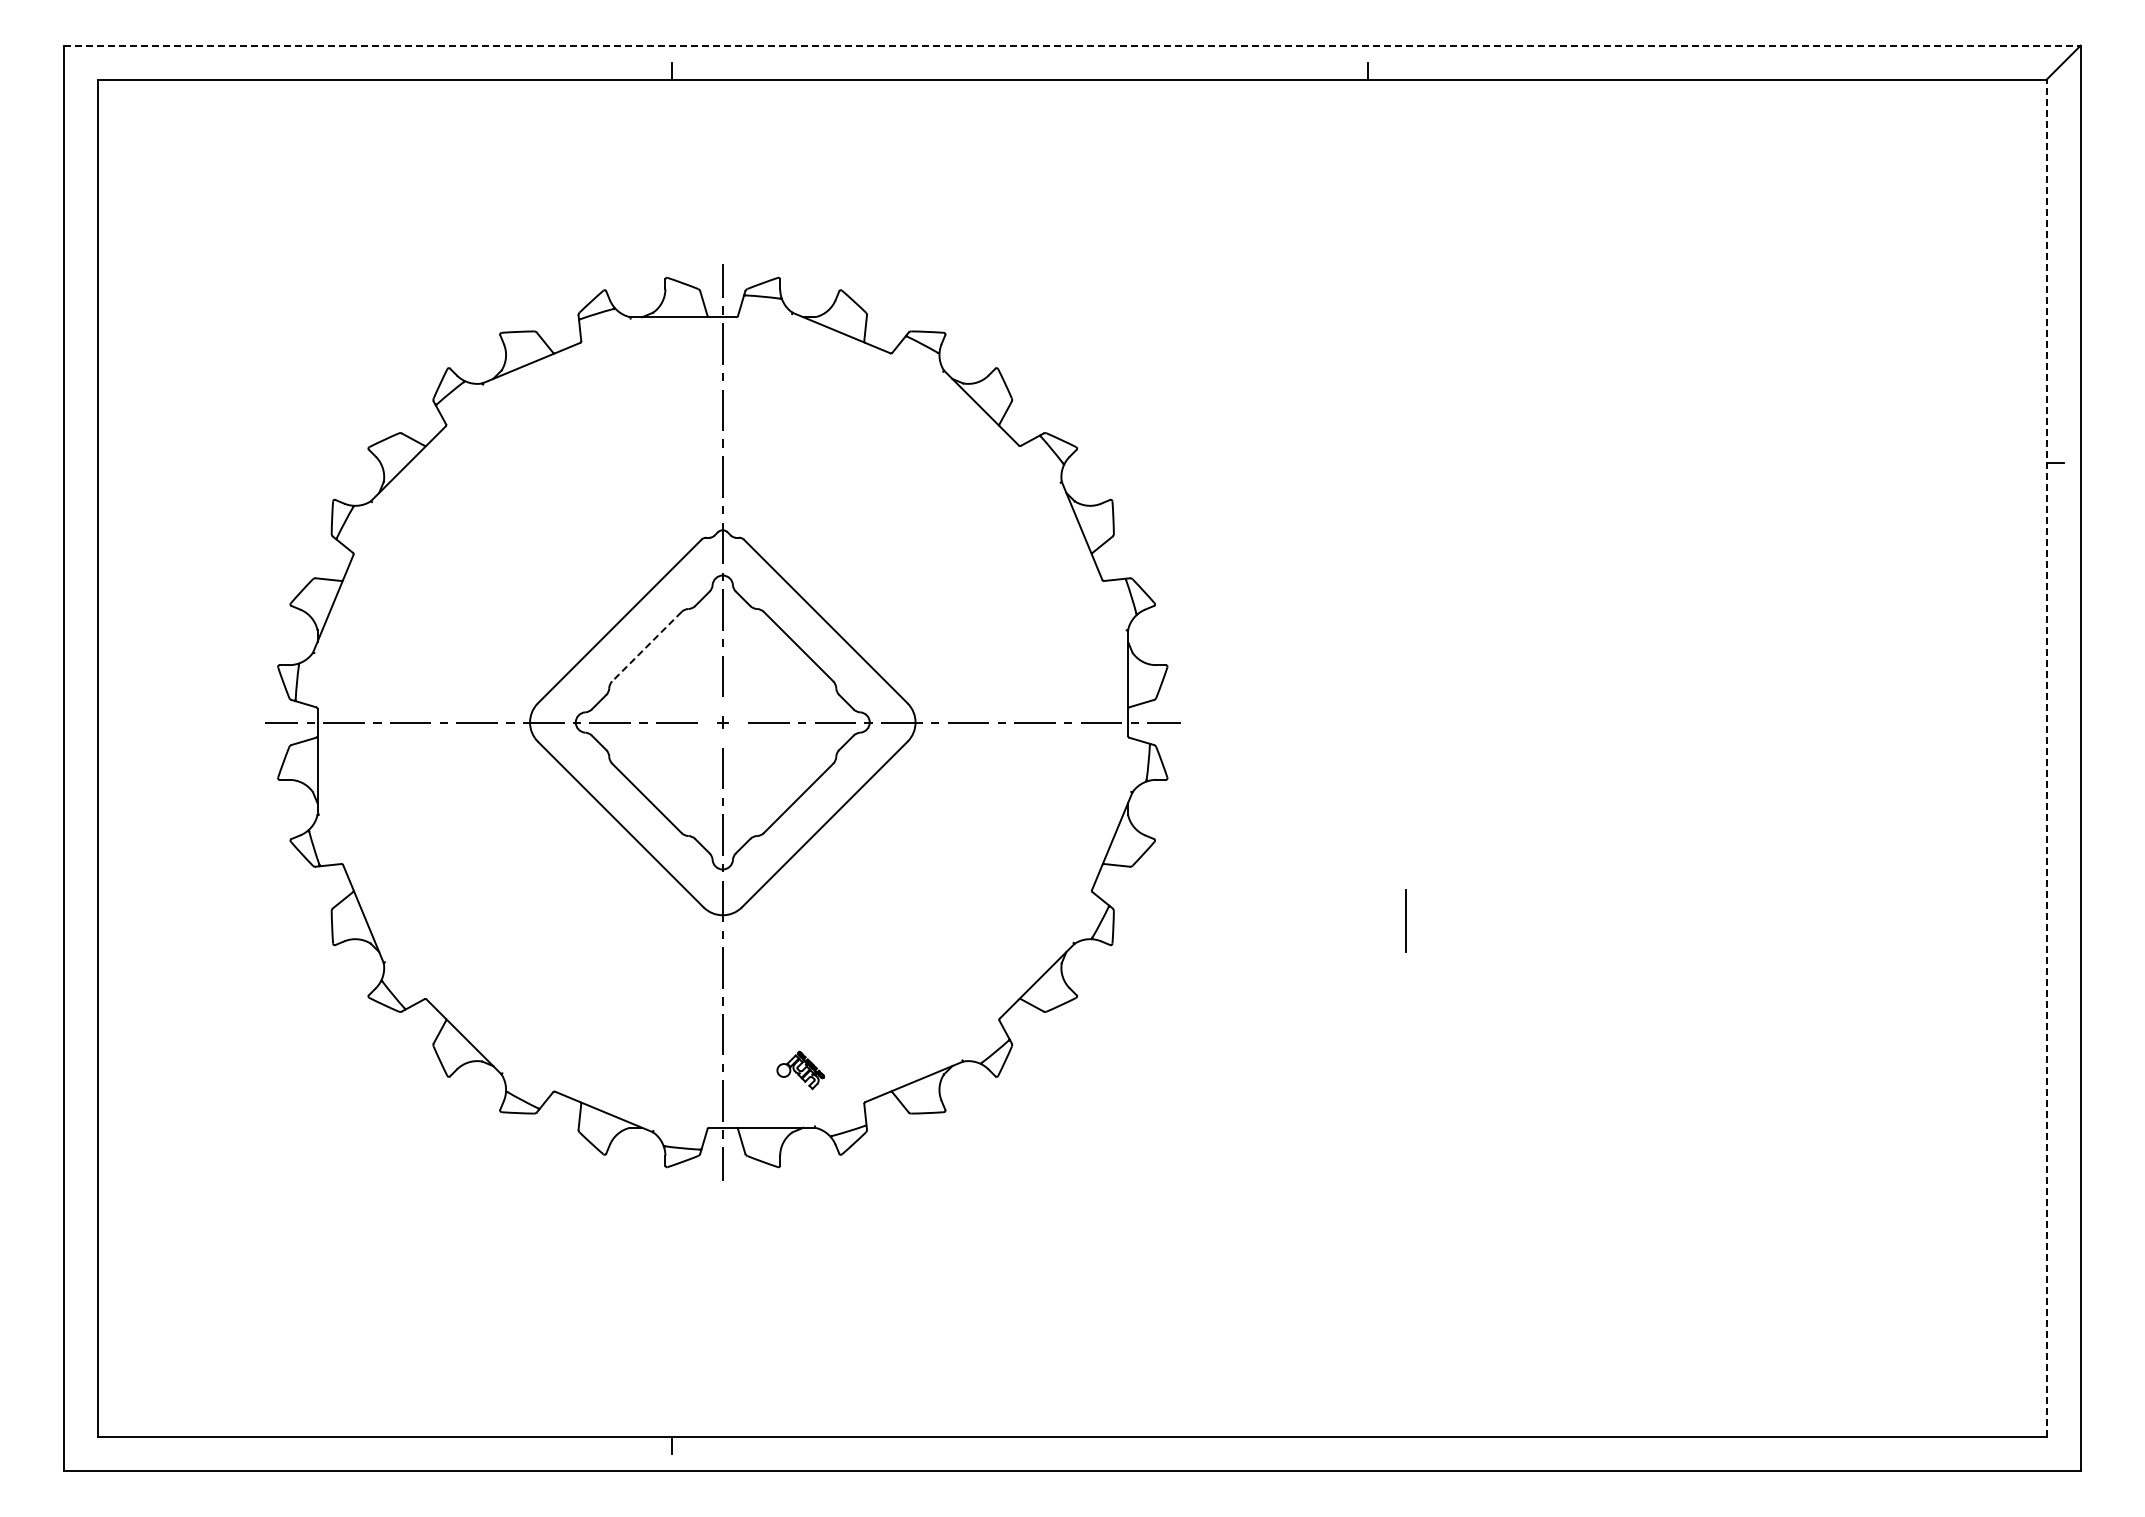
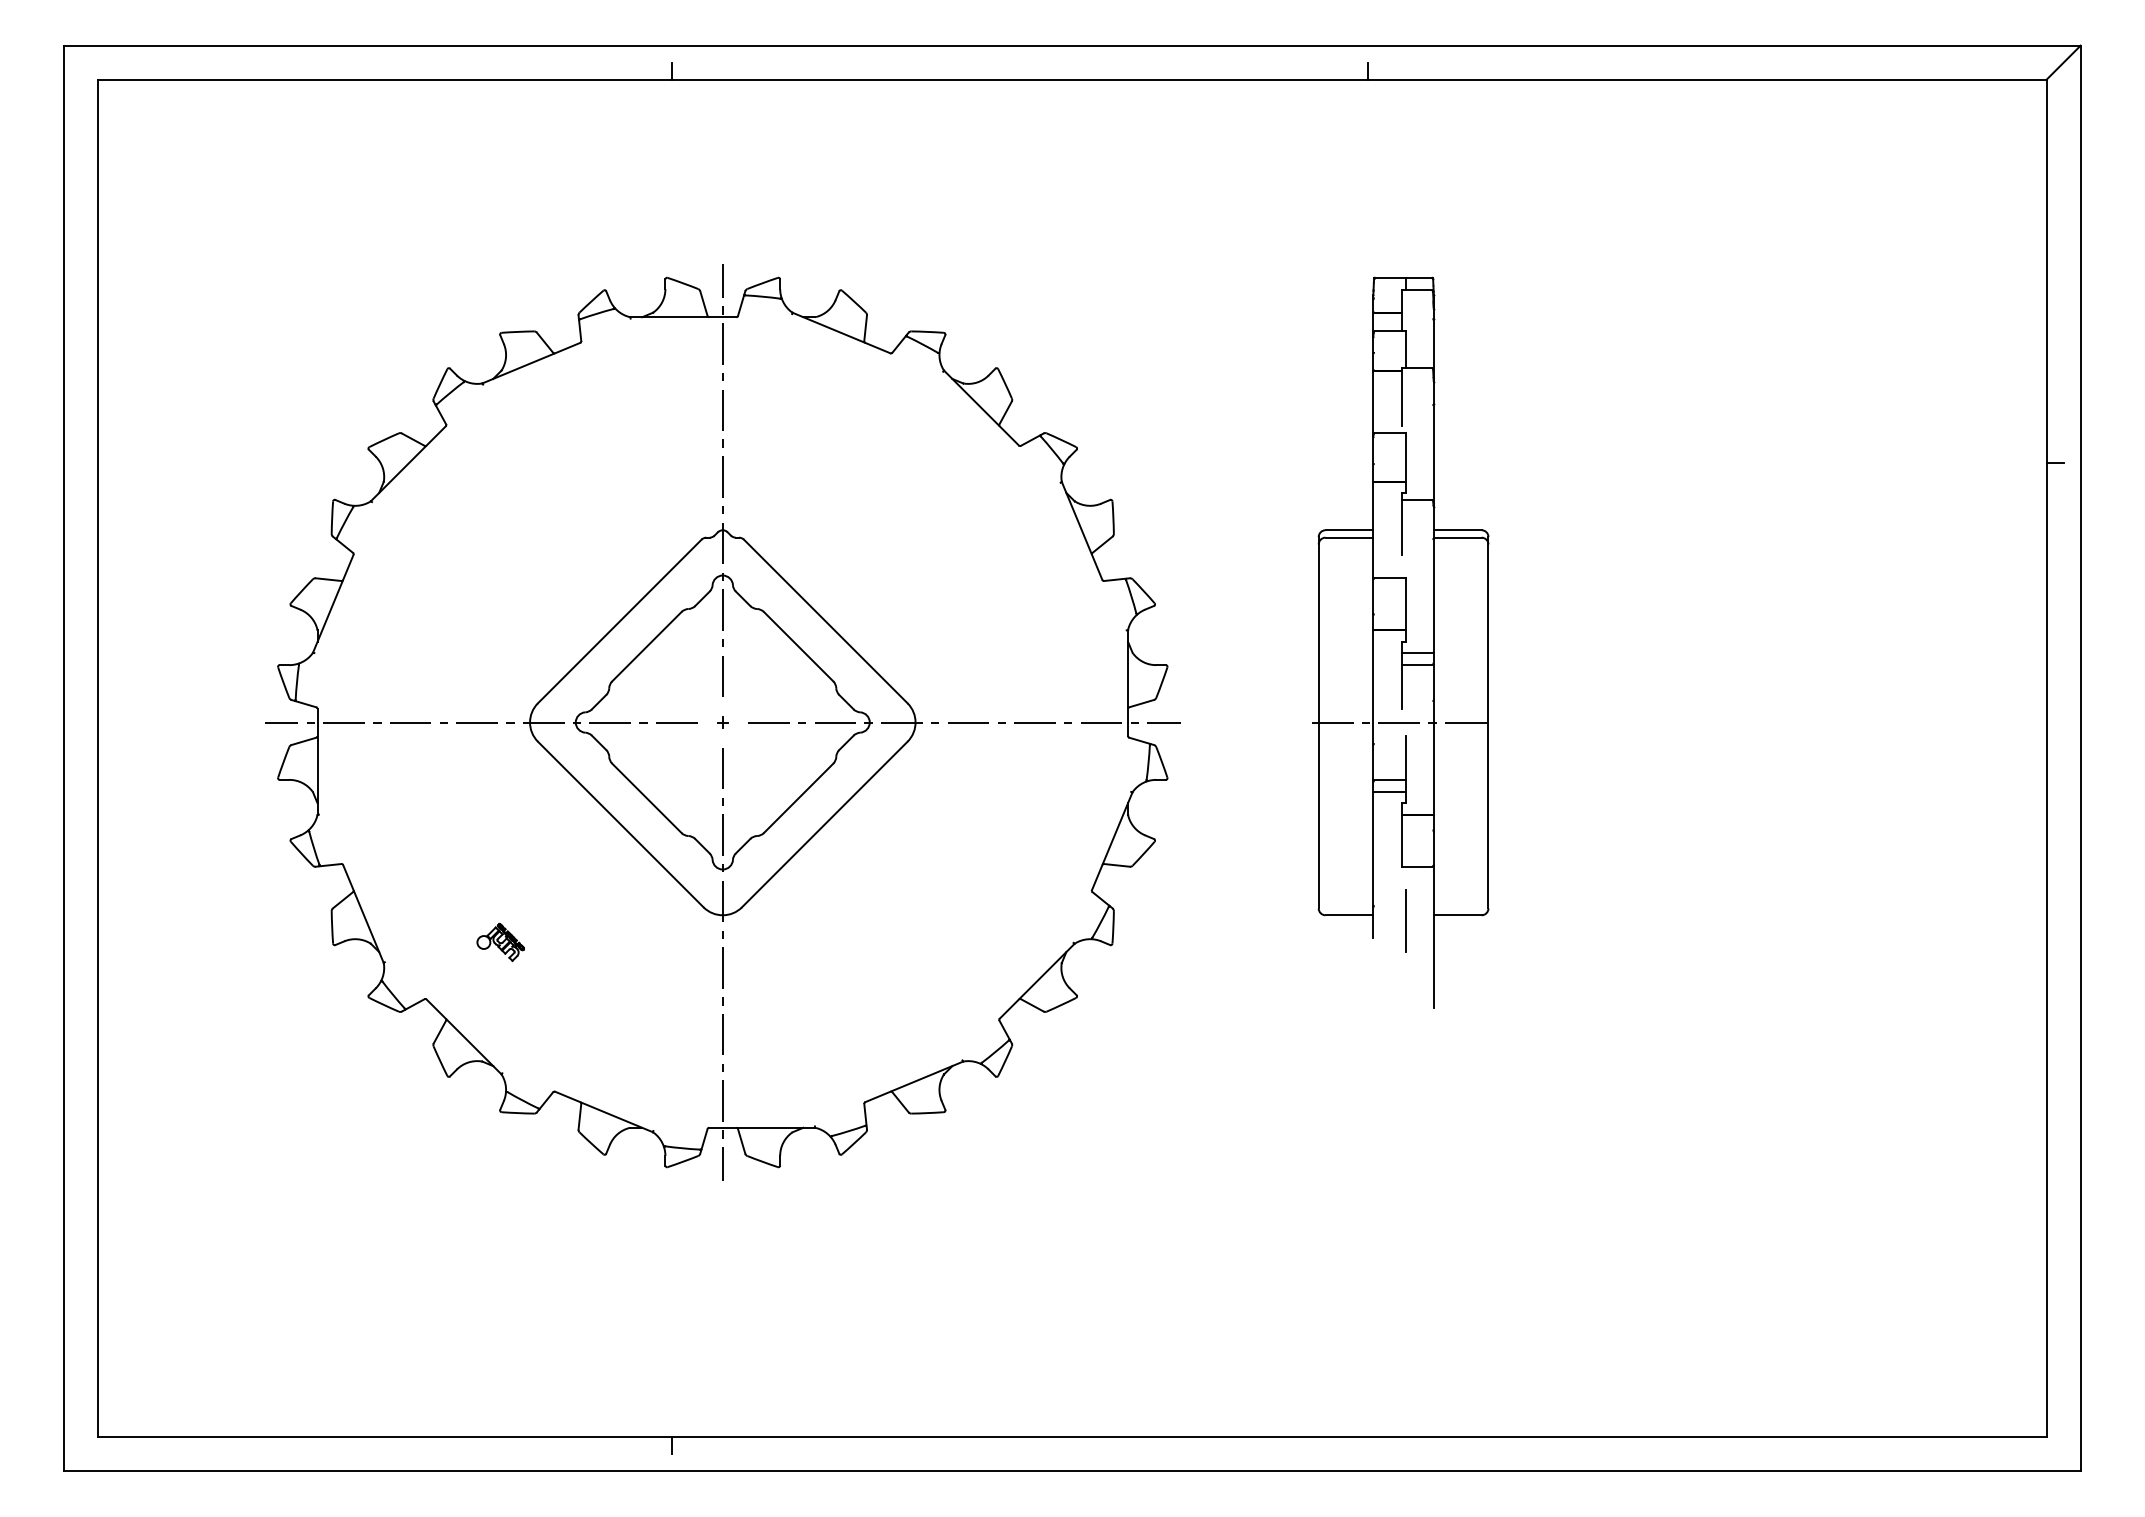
line at (1072, 45): dashed -> solid
part at (1400, 642): none -> present
line at (646, 647): dashed -> solid
line at (2046, 758): dashed -> solid
part at (800, 1069) position: (800, 1069) -> (500, 941)
